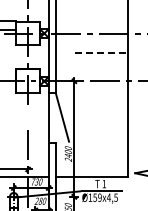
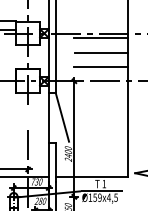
line at (100, 38): none -> present
line at (101, 52): dashed -> solid
line at (100, 66): none -> present
